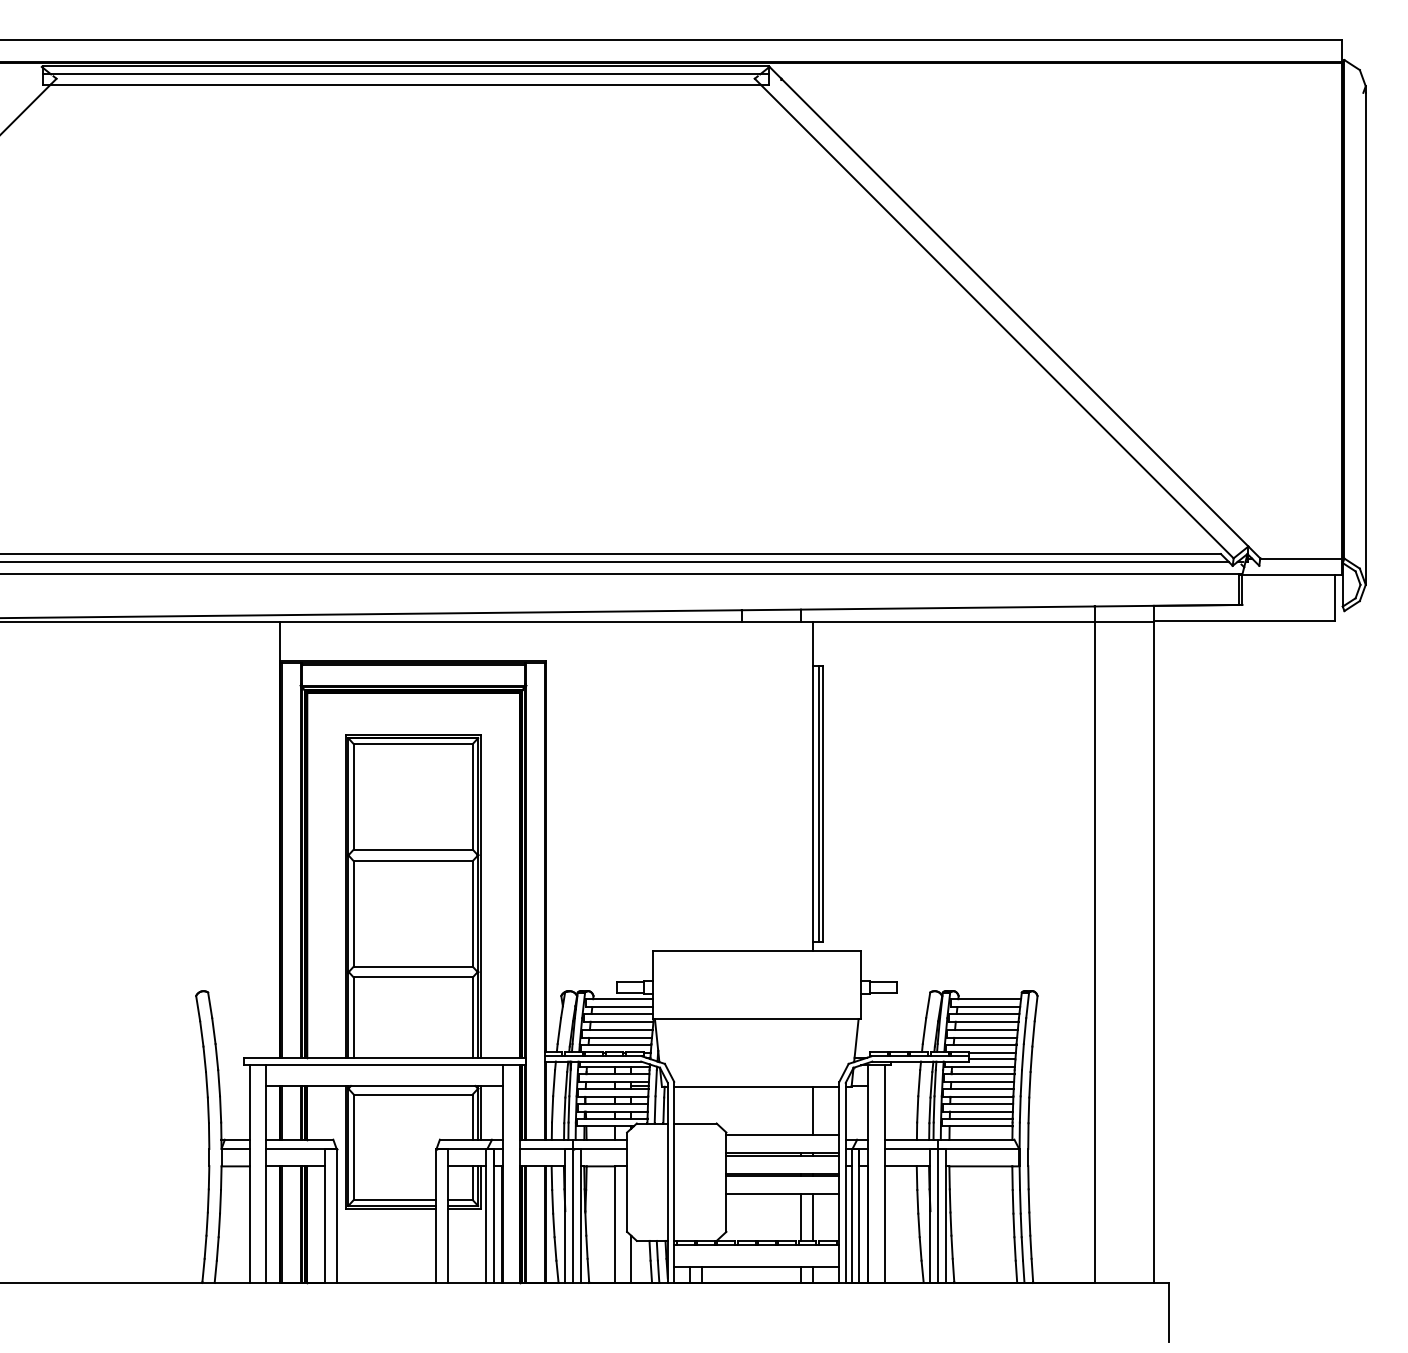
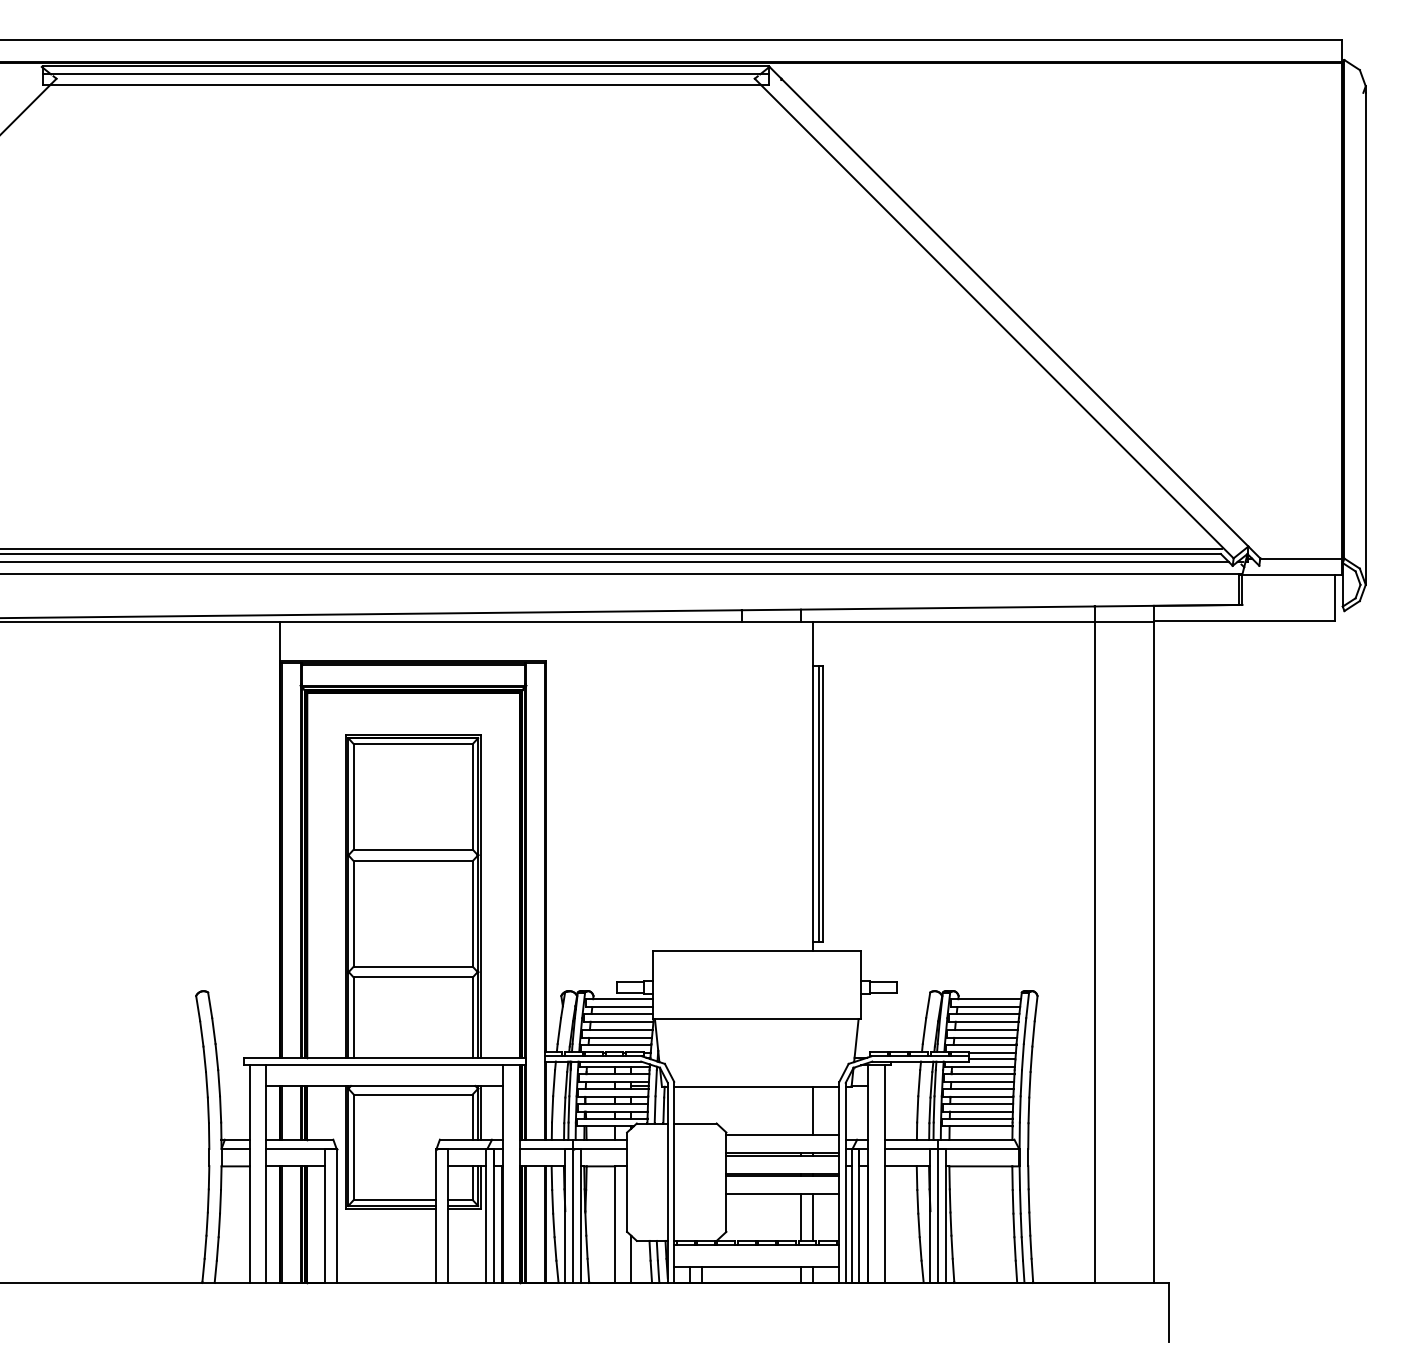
line at (612, 548): none -> present
